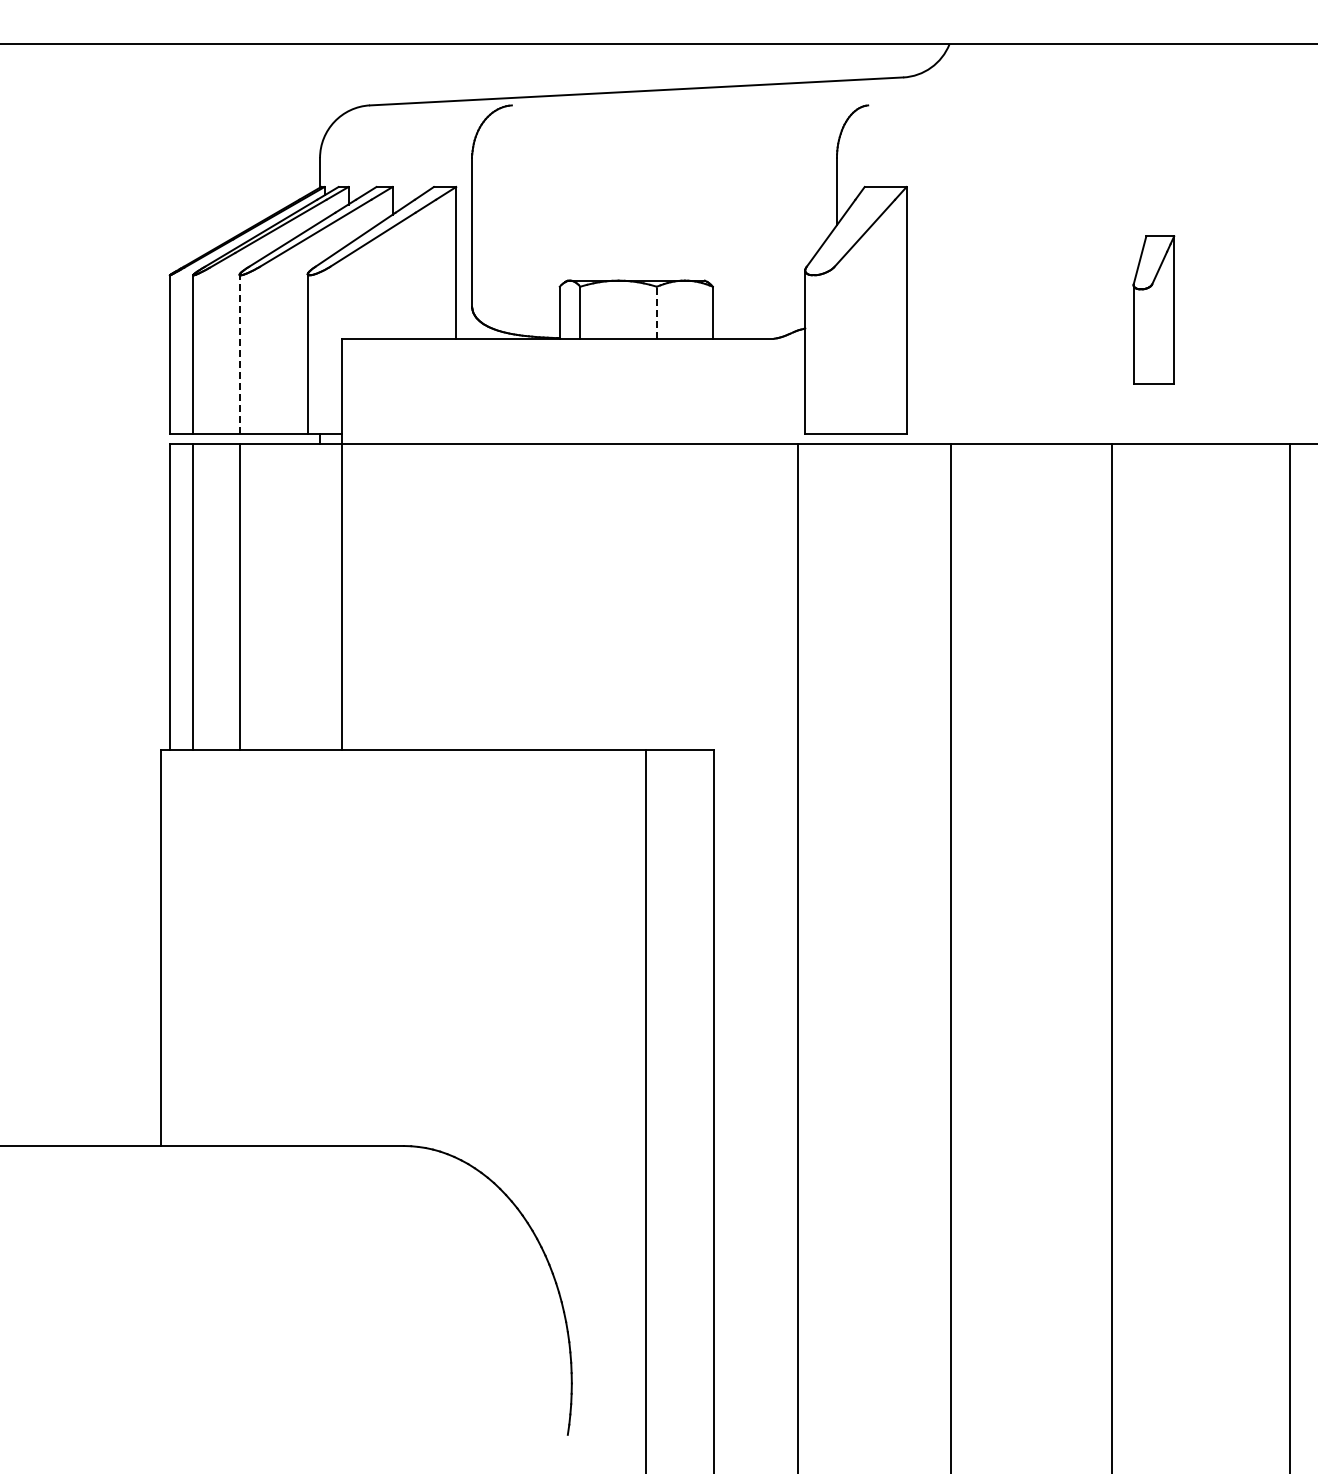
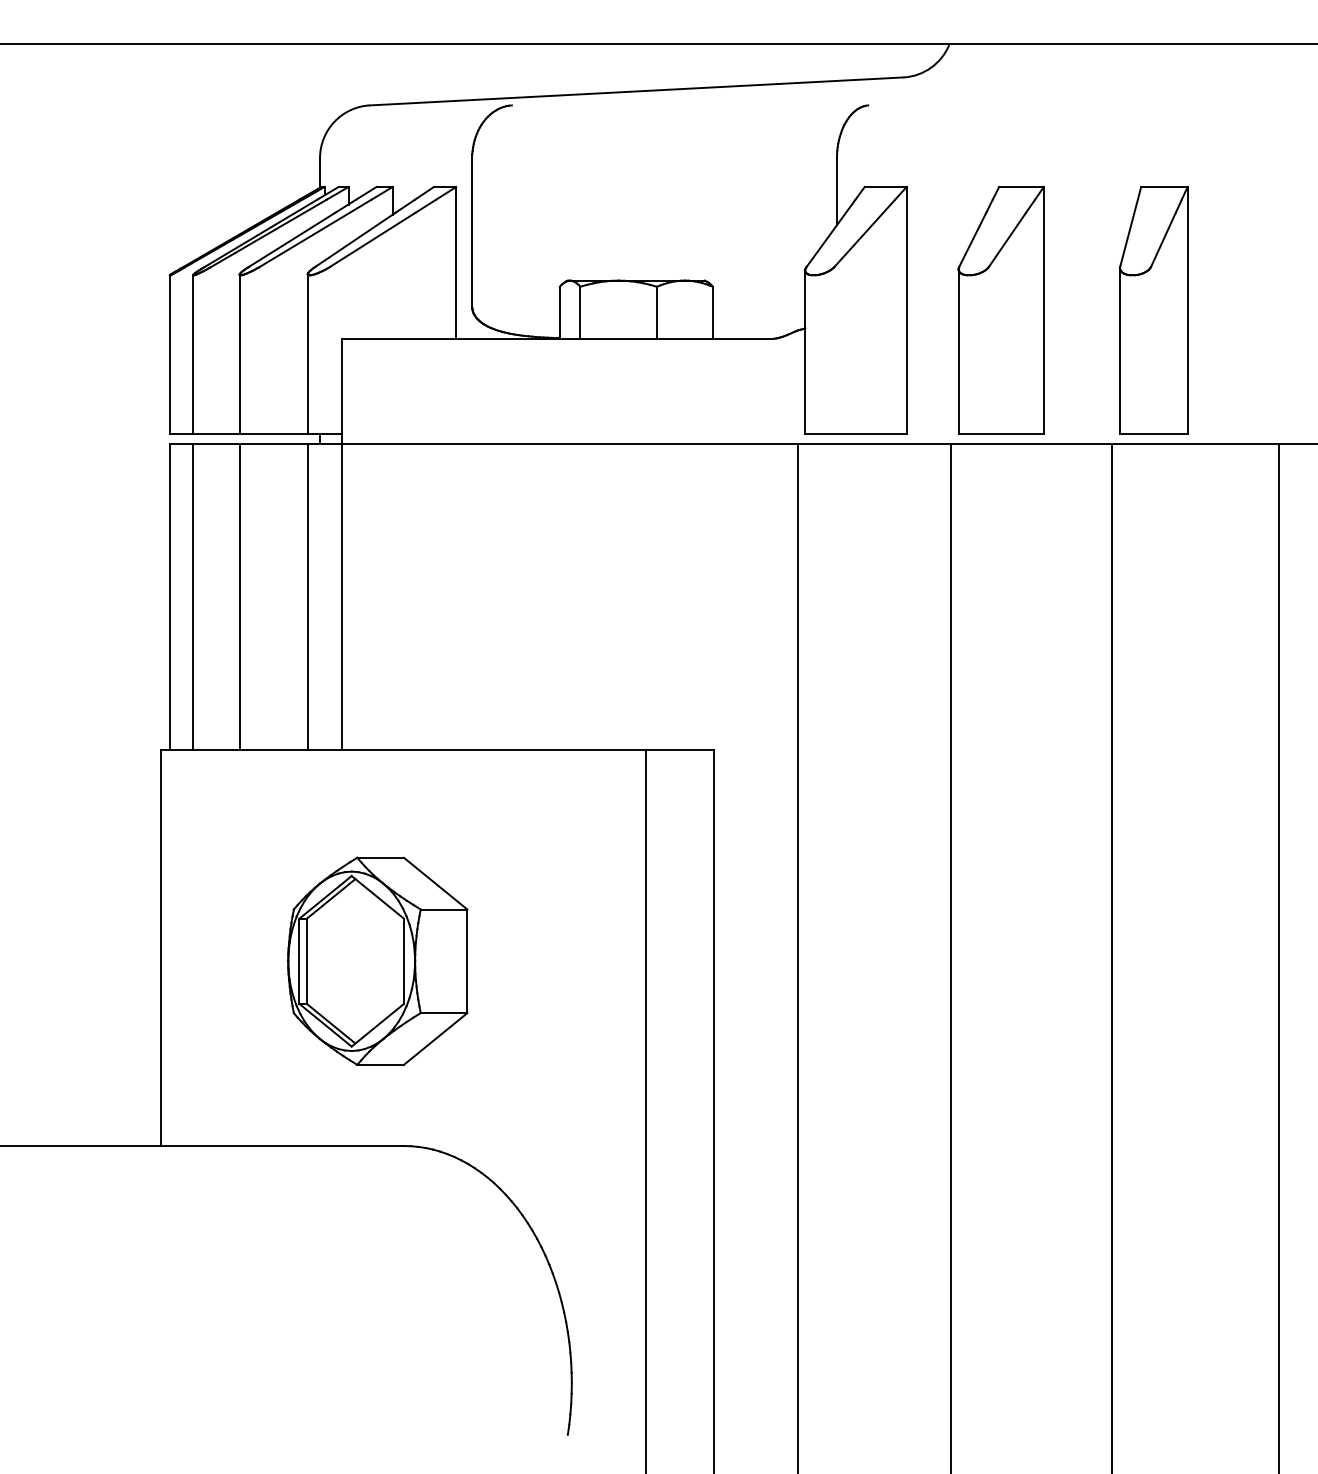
part at (1153, 309) size: 44x150 px -> 70x249 px
part at (1000, 310): none -> present
line at (656, 312): dashed -> solid
line at (239, 353): dashed -> solid
line at (308, 597): none -> present
line at (1289, 957) position: (1289, 957) -> (1278, 957)
part at (377, 960): none -> present
